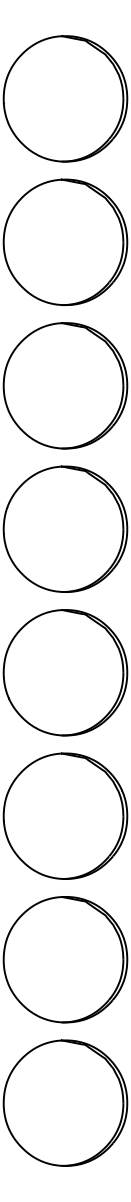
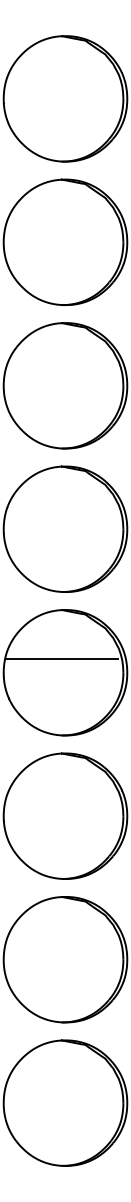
line at (61, 659): none -> present
